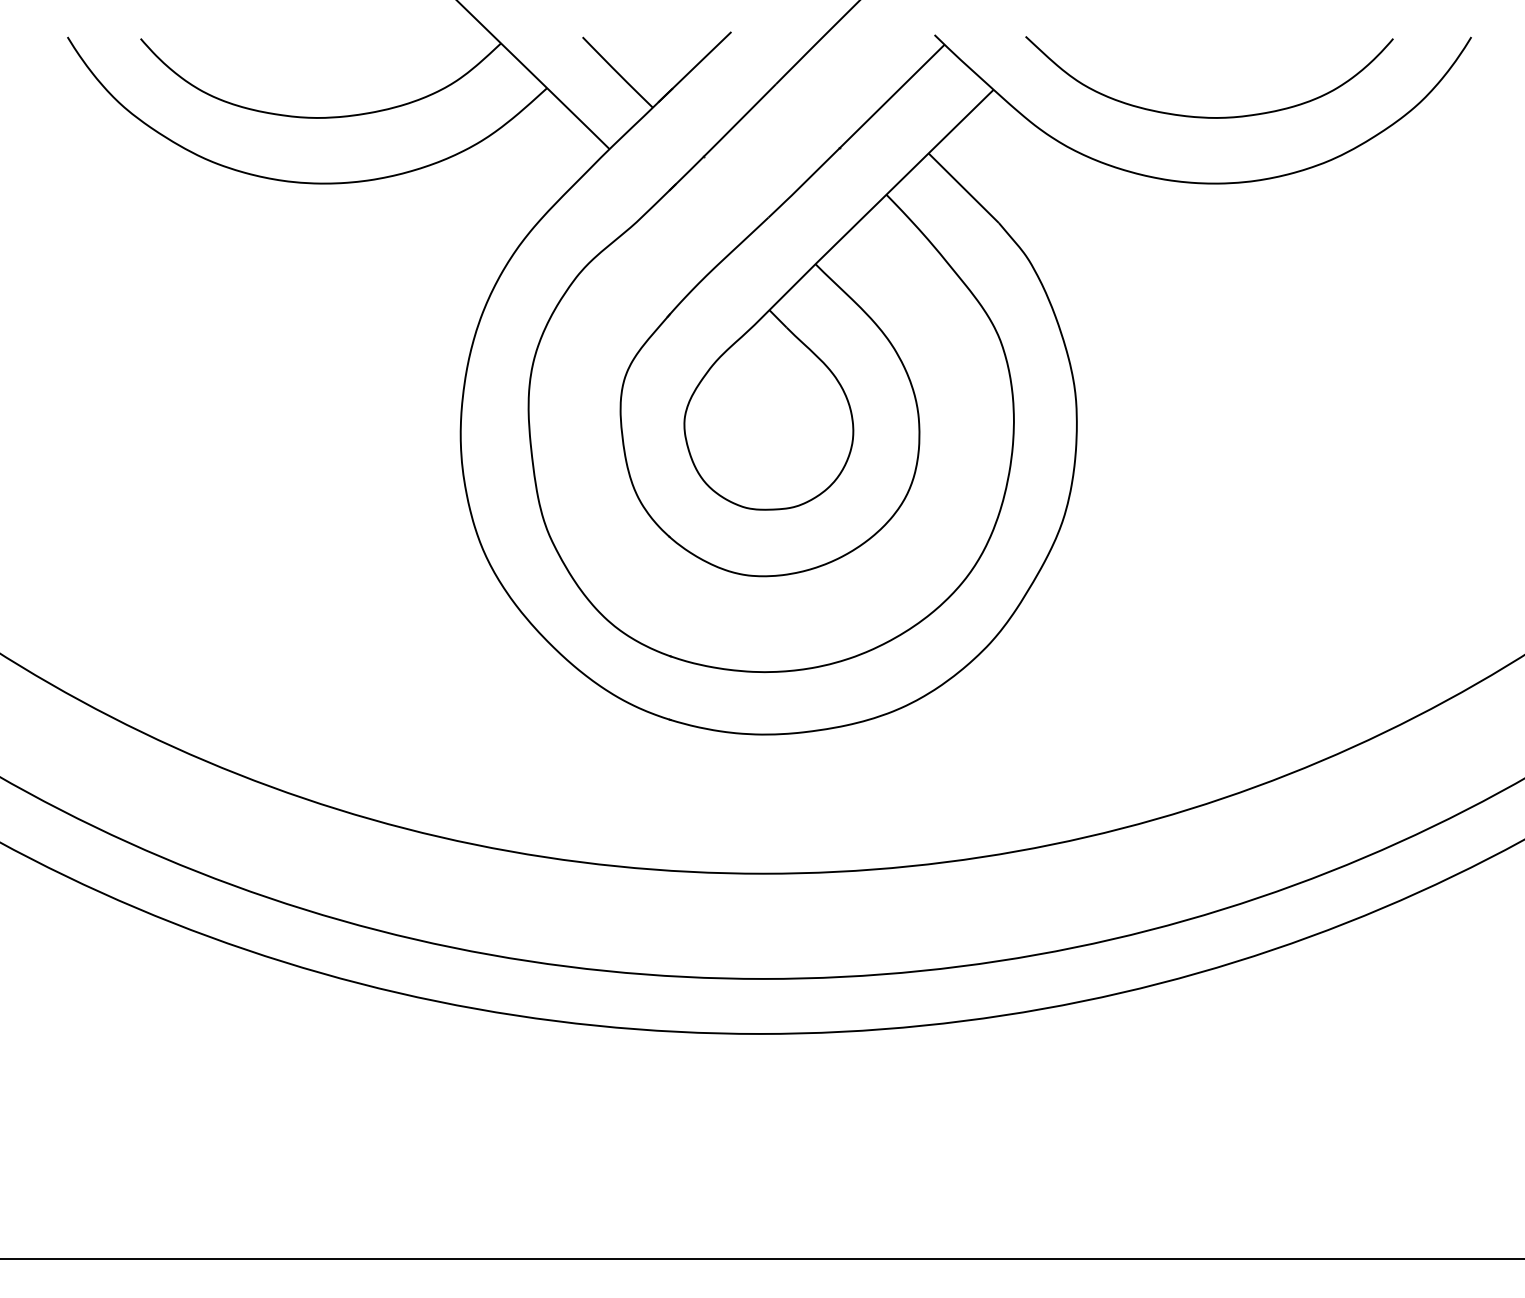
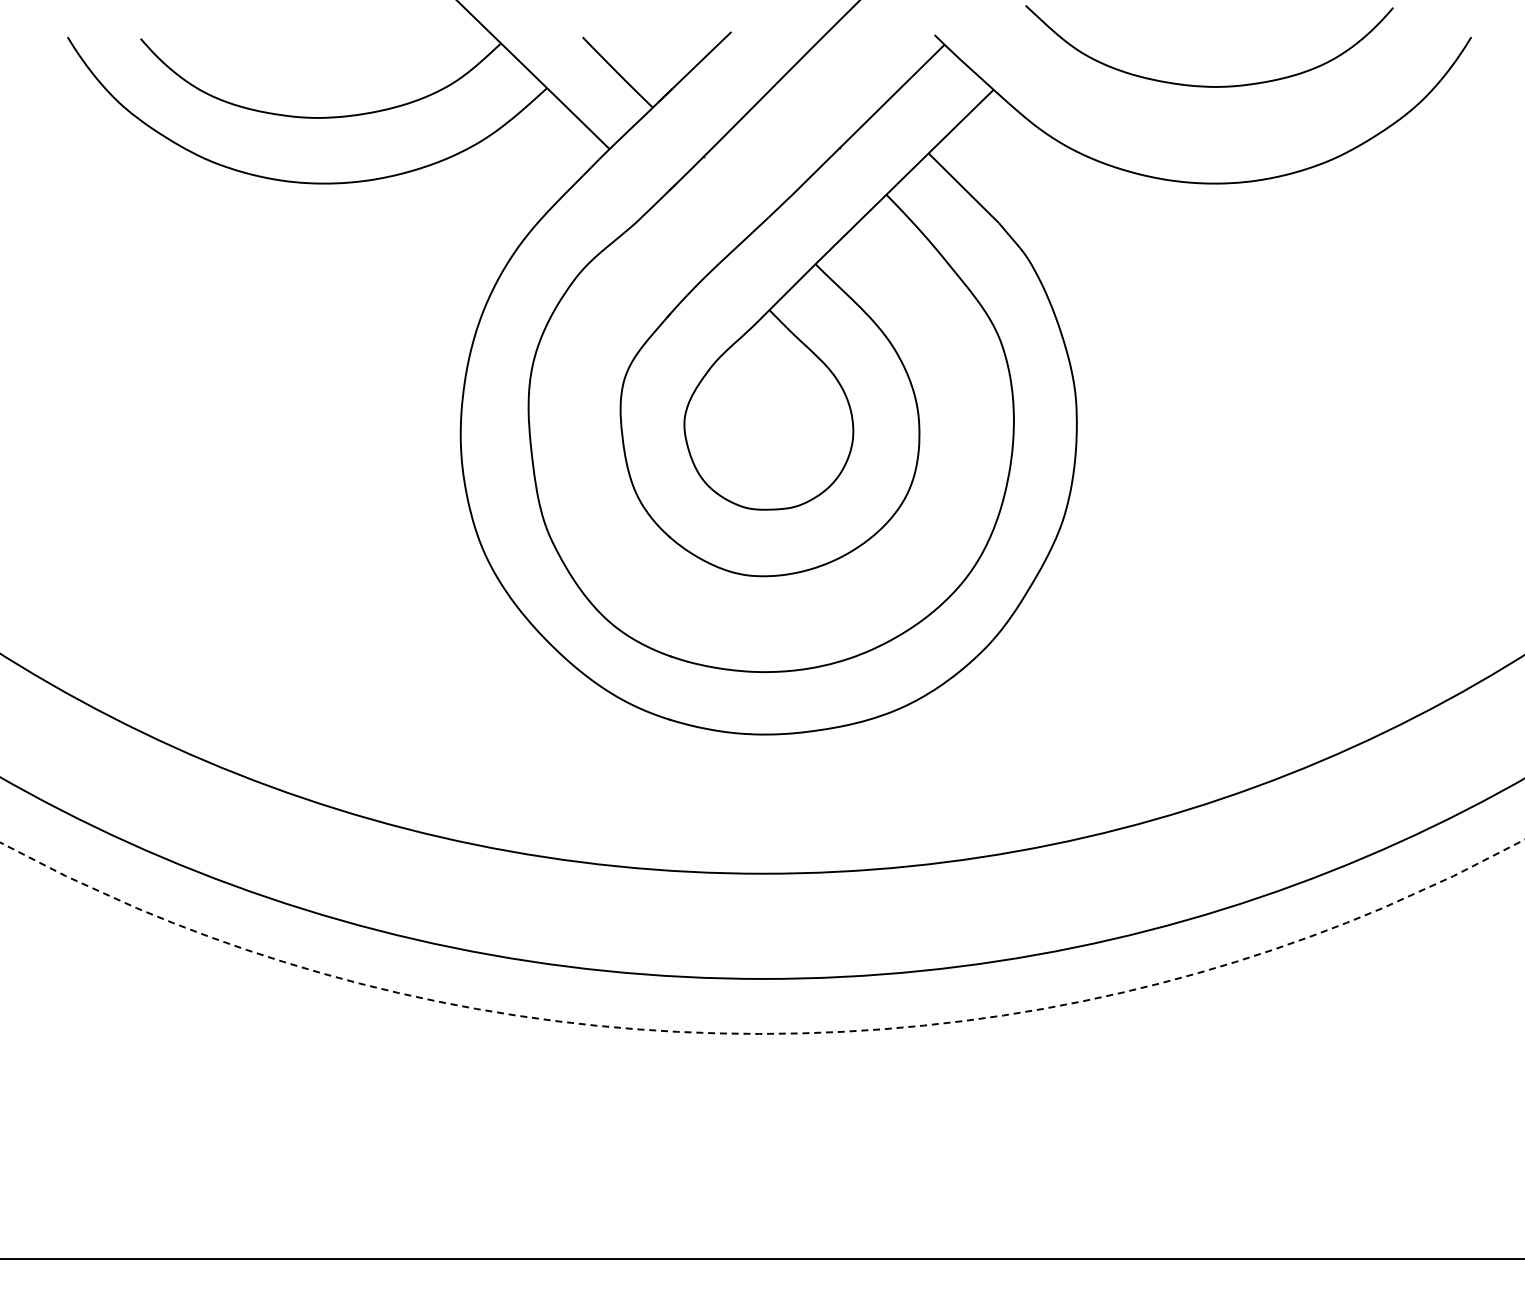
curve at (1207, 116) position: (1207, 116) -> (1207, 85)
circle at (762, 936): solid -> dashed
